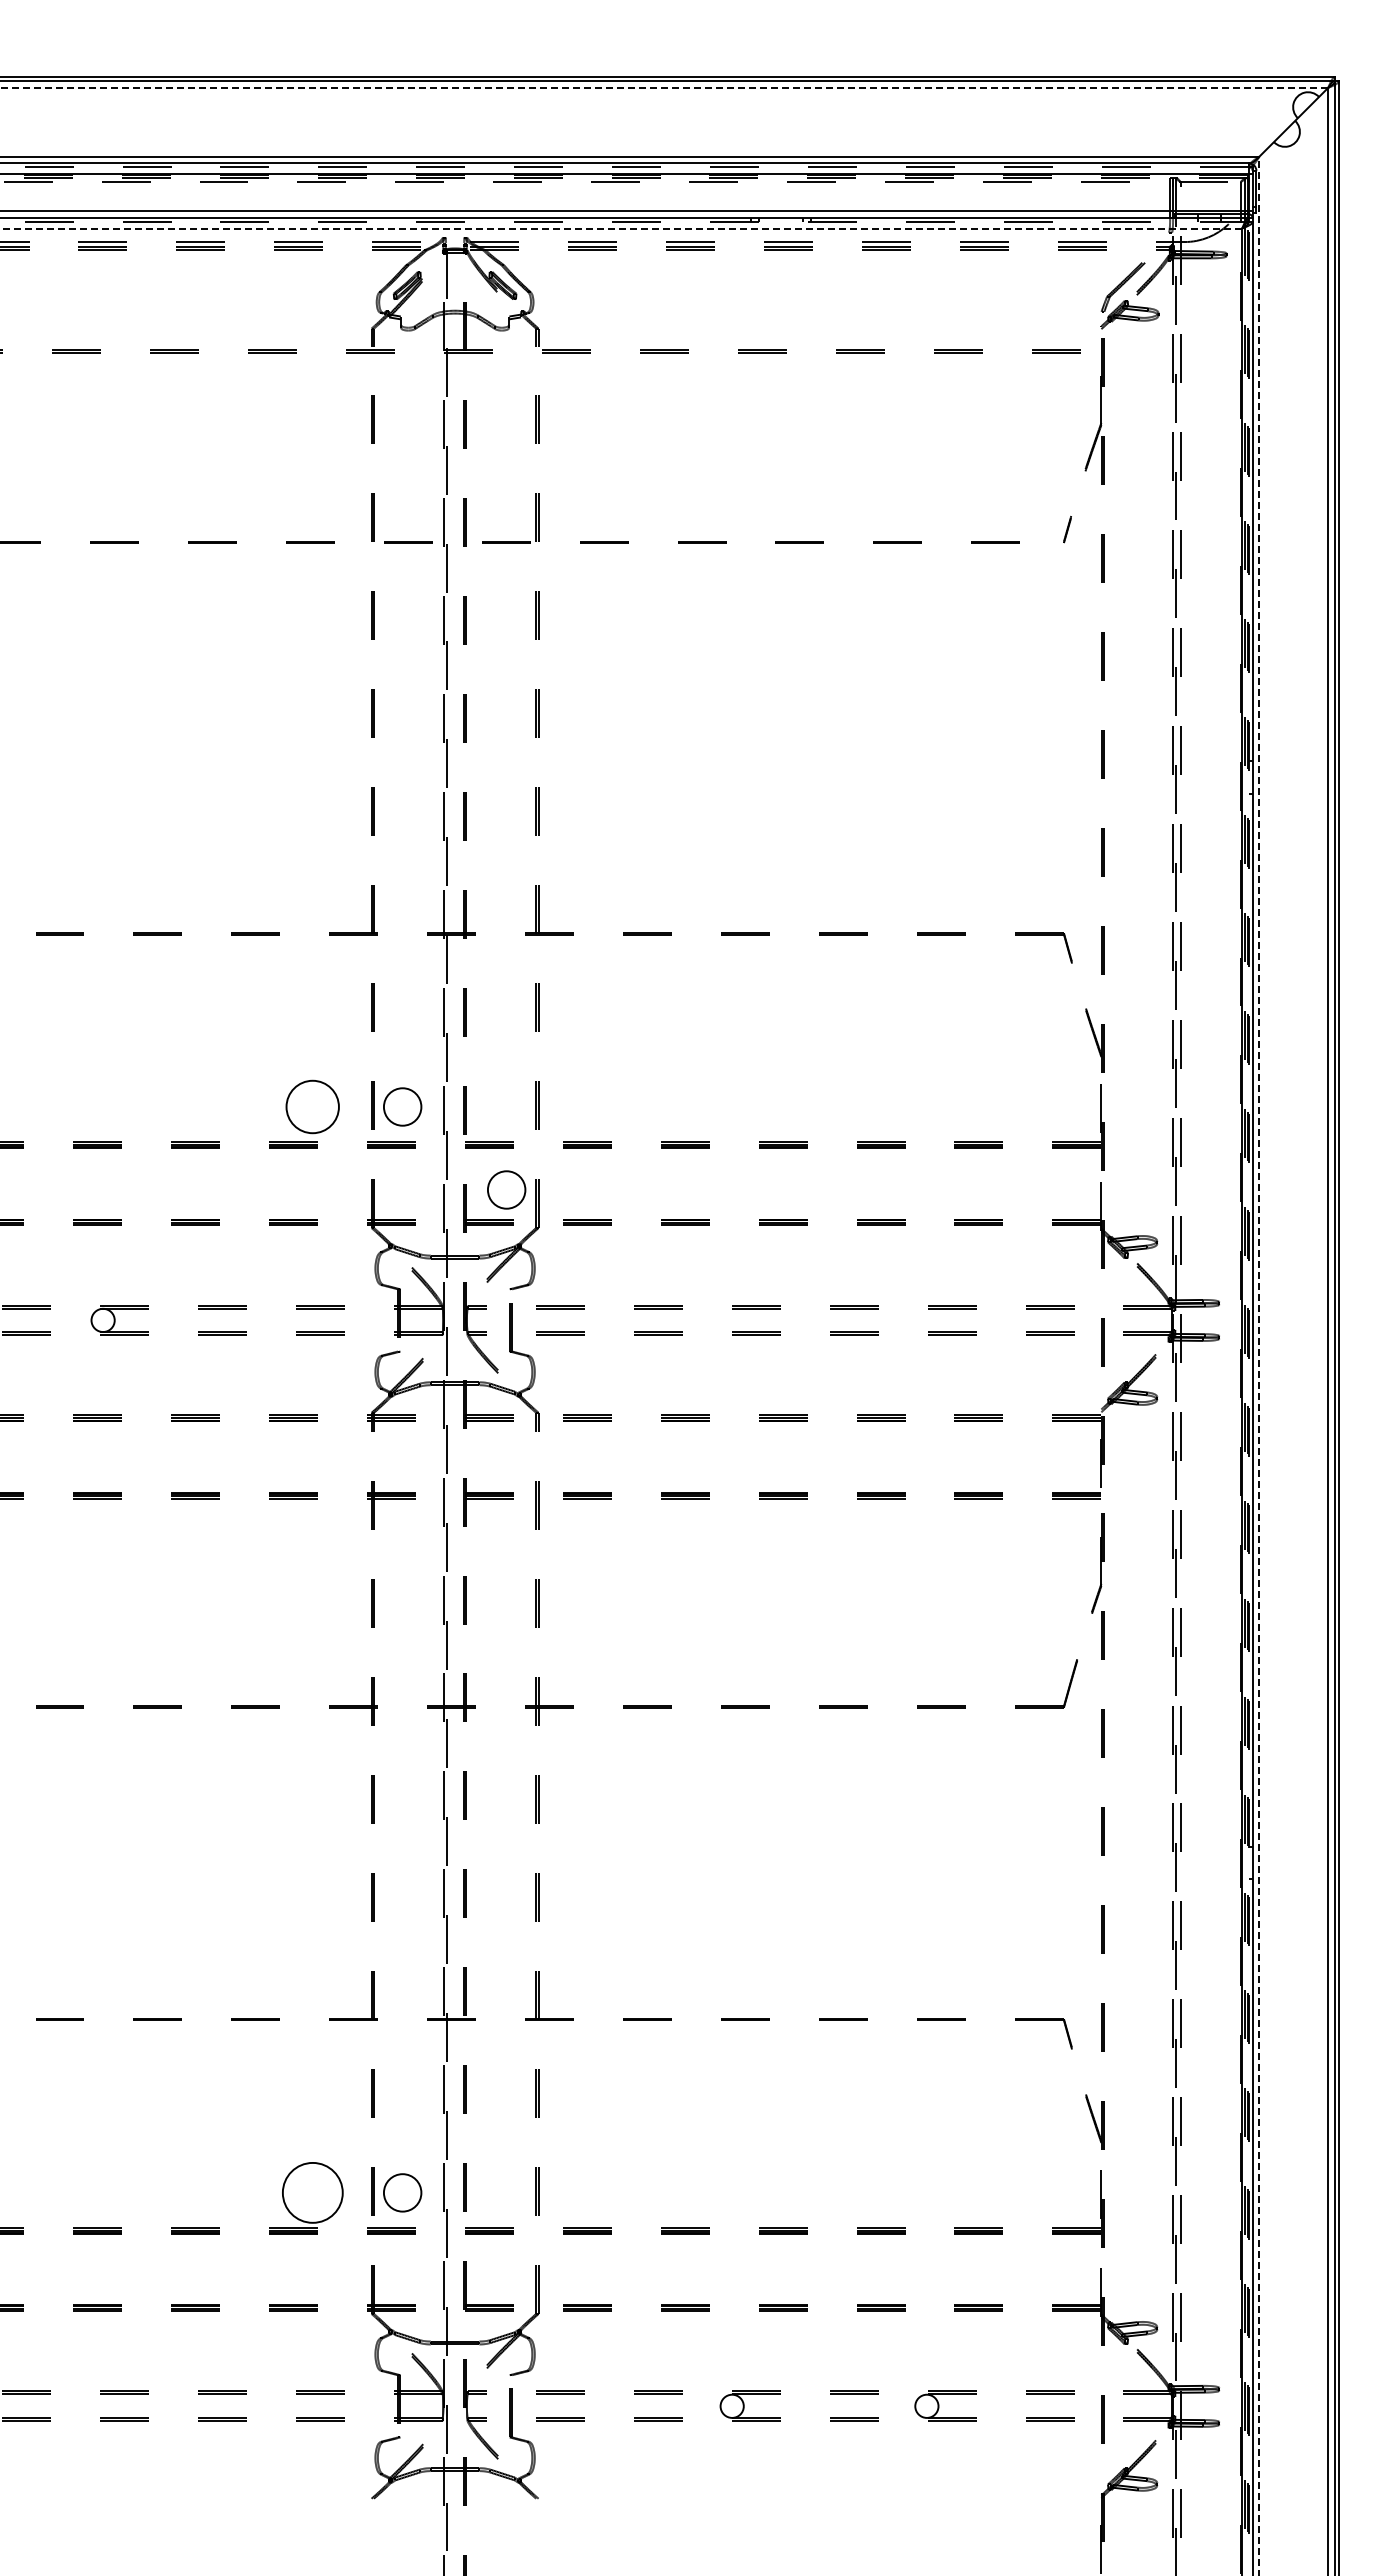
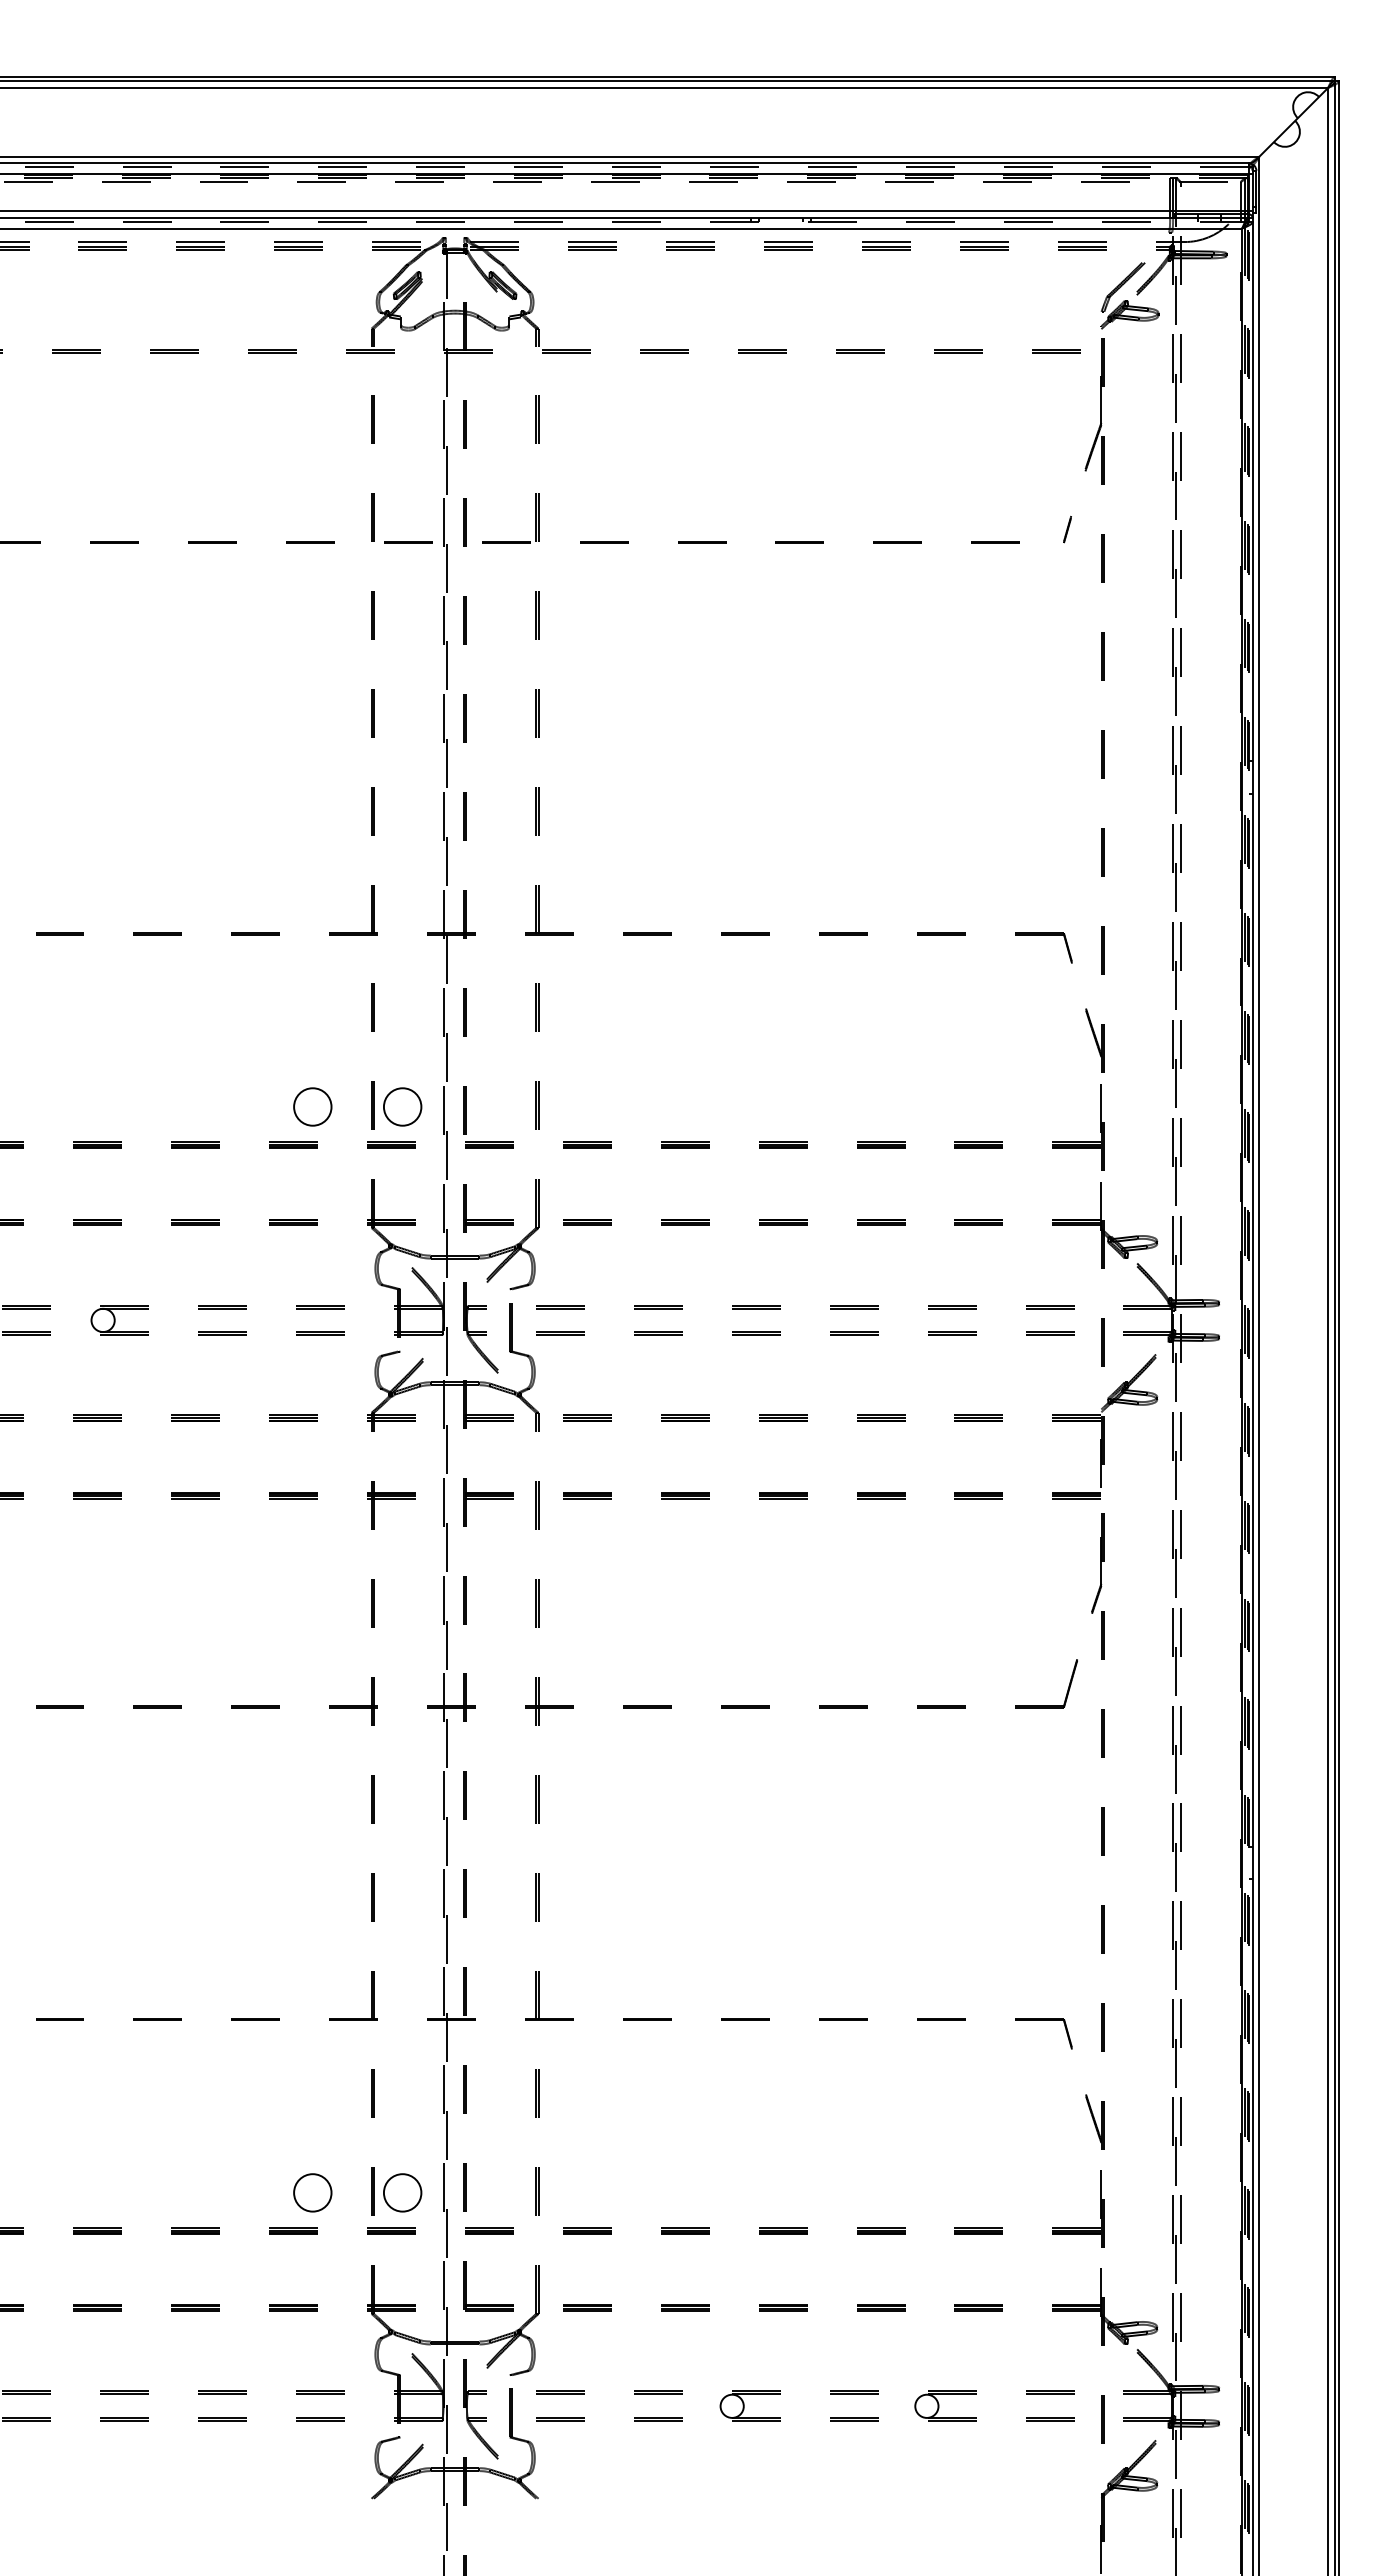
line at (664, 87): dashed -> solid
line at (621, 228): dashed -> solid
circle at (312, 1106) size: 55x56 px -> 40x40 px
circle at (506, 1189): present -> none
line at (1259, 1365): dashed -> solid
circle at (312, 2192) diameter: 60 px -> 37 px
